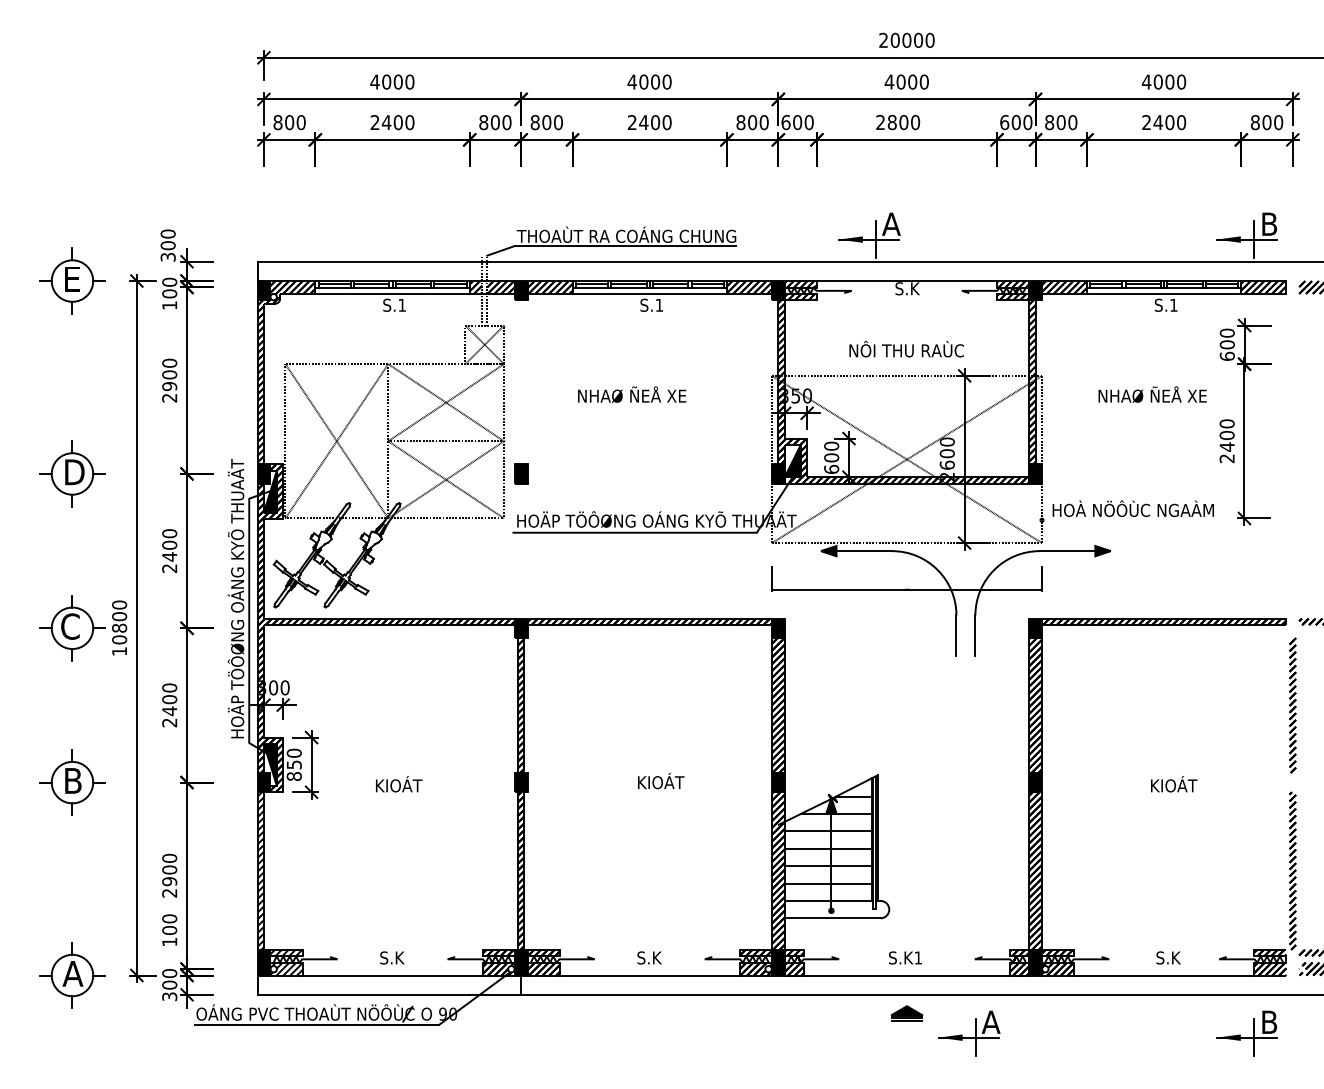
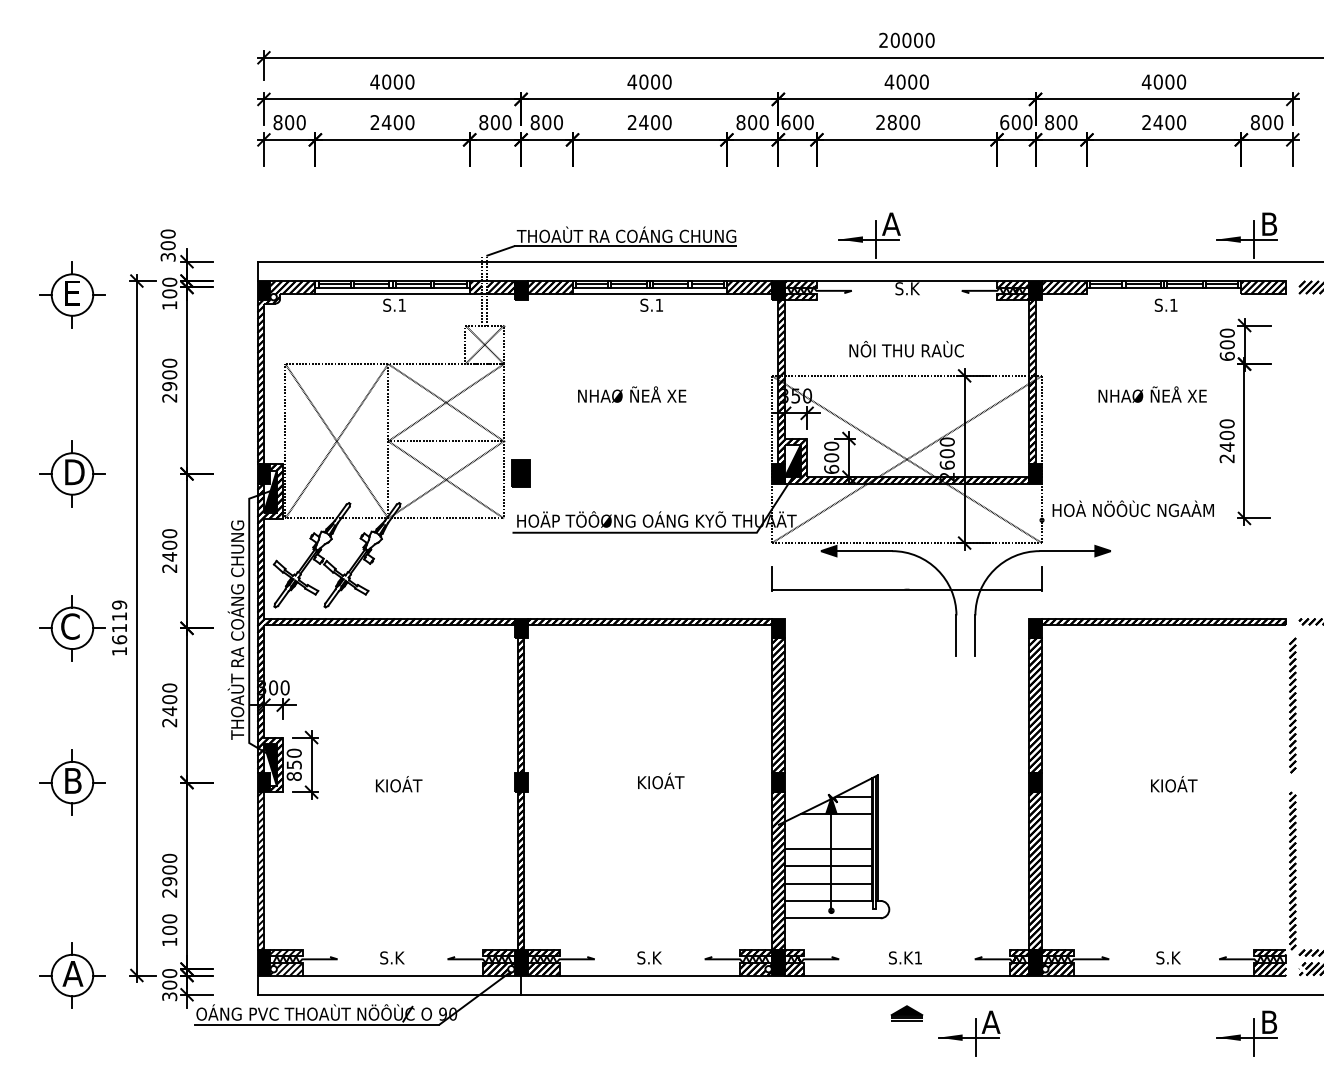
part at (72, 280) position: (72, 280) -> (72, 294)
line at (1164, 293): present -> none
part at (521, 473) size: 15x22 px -> 20x29 px
text at (235, 598): HOÄP TÖÔØNG OÁNG KYÕ THUAÄT -> THOAÙT RA COÁNG CHUNG
text at (119, 622): 10800 -> 16119
line at (827, 831): present -> none
